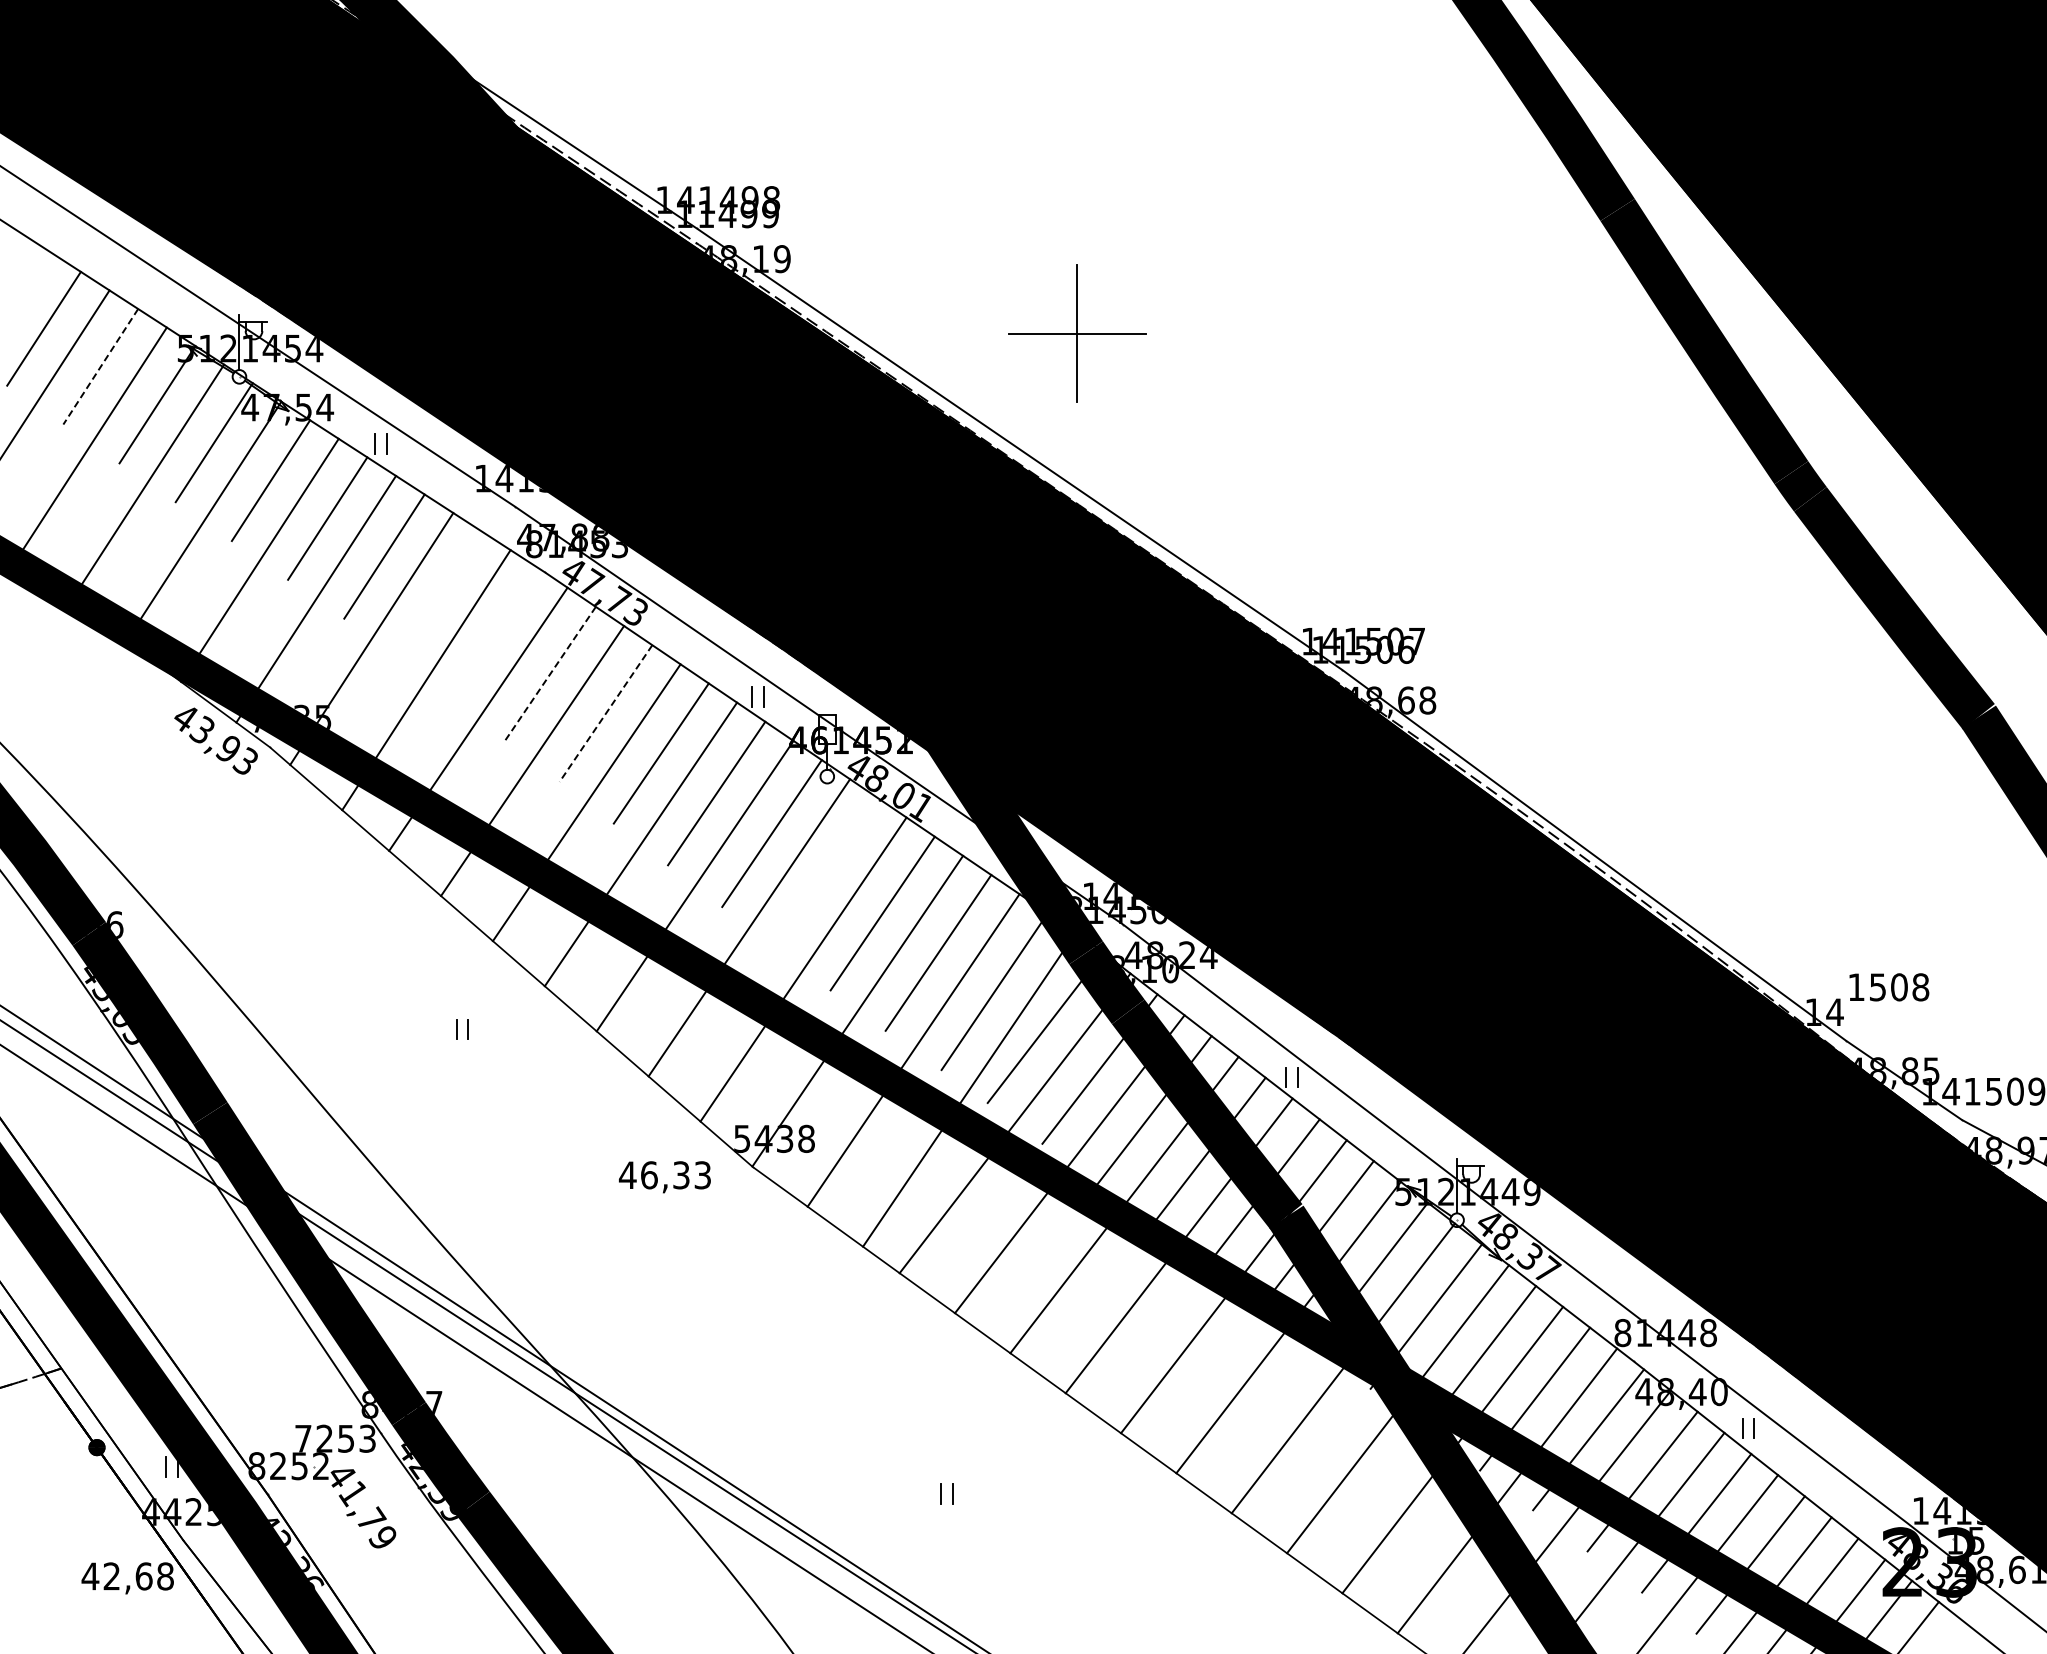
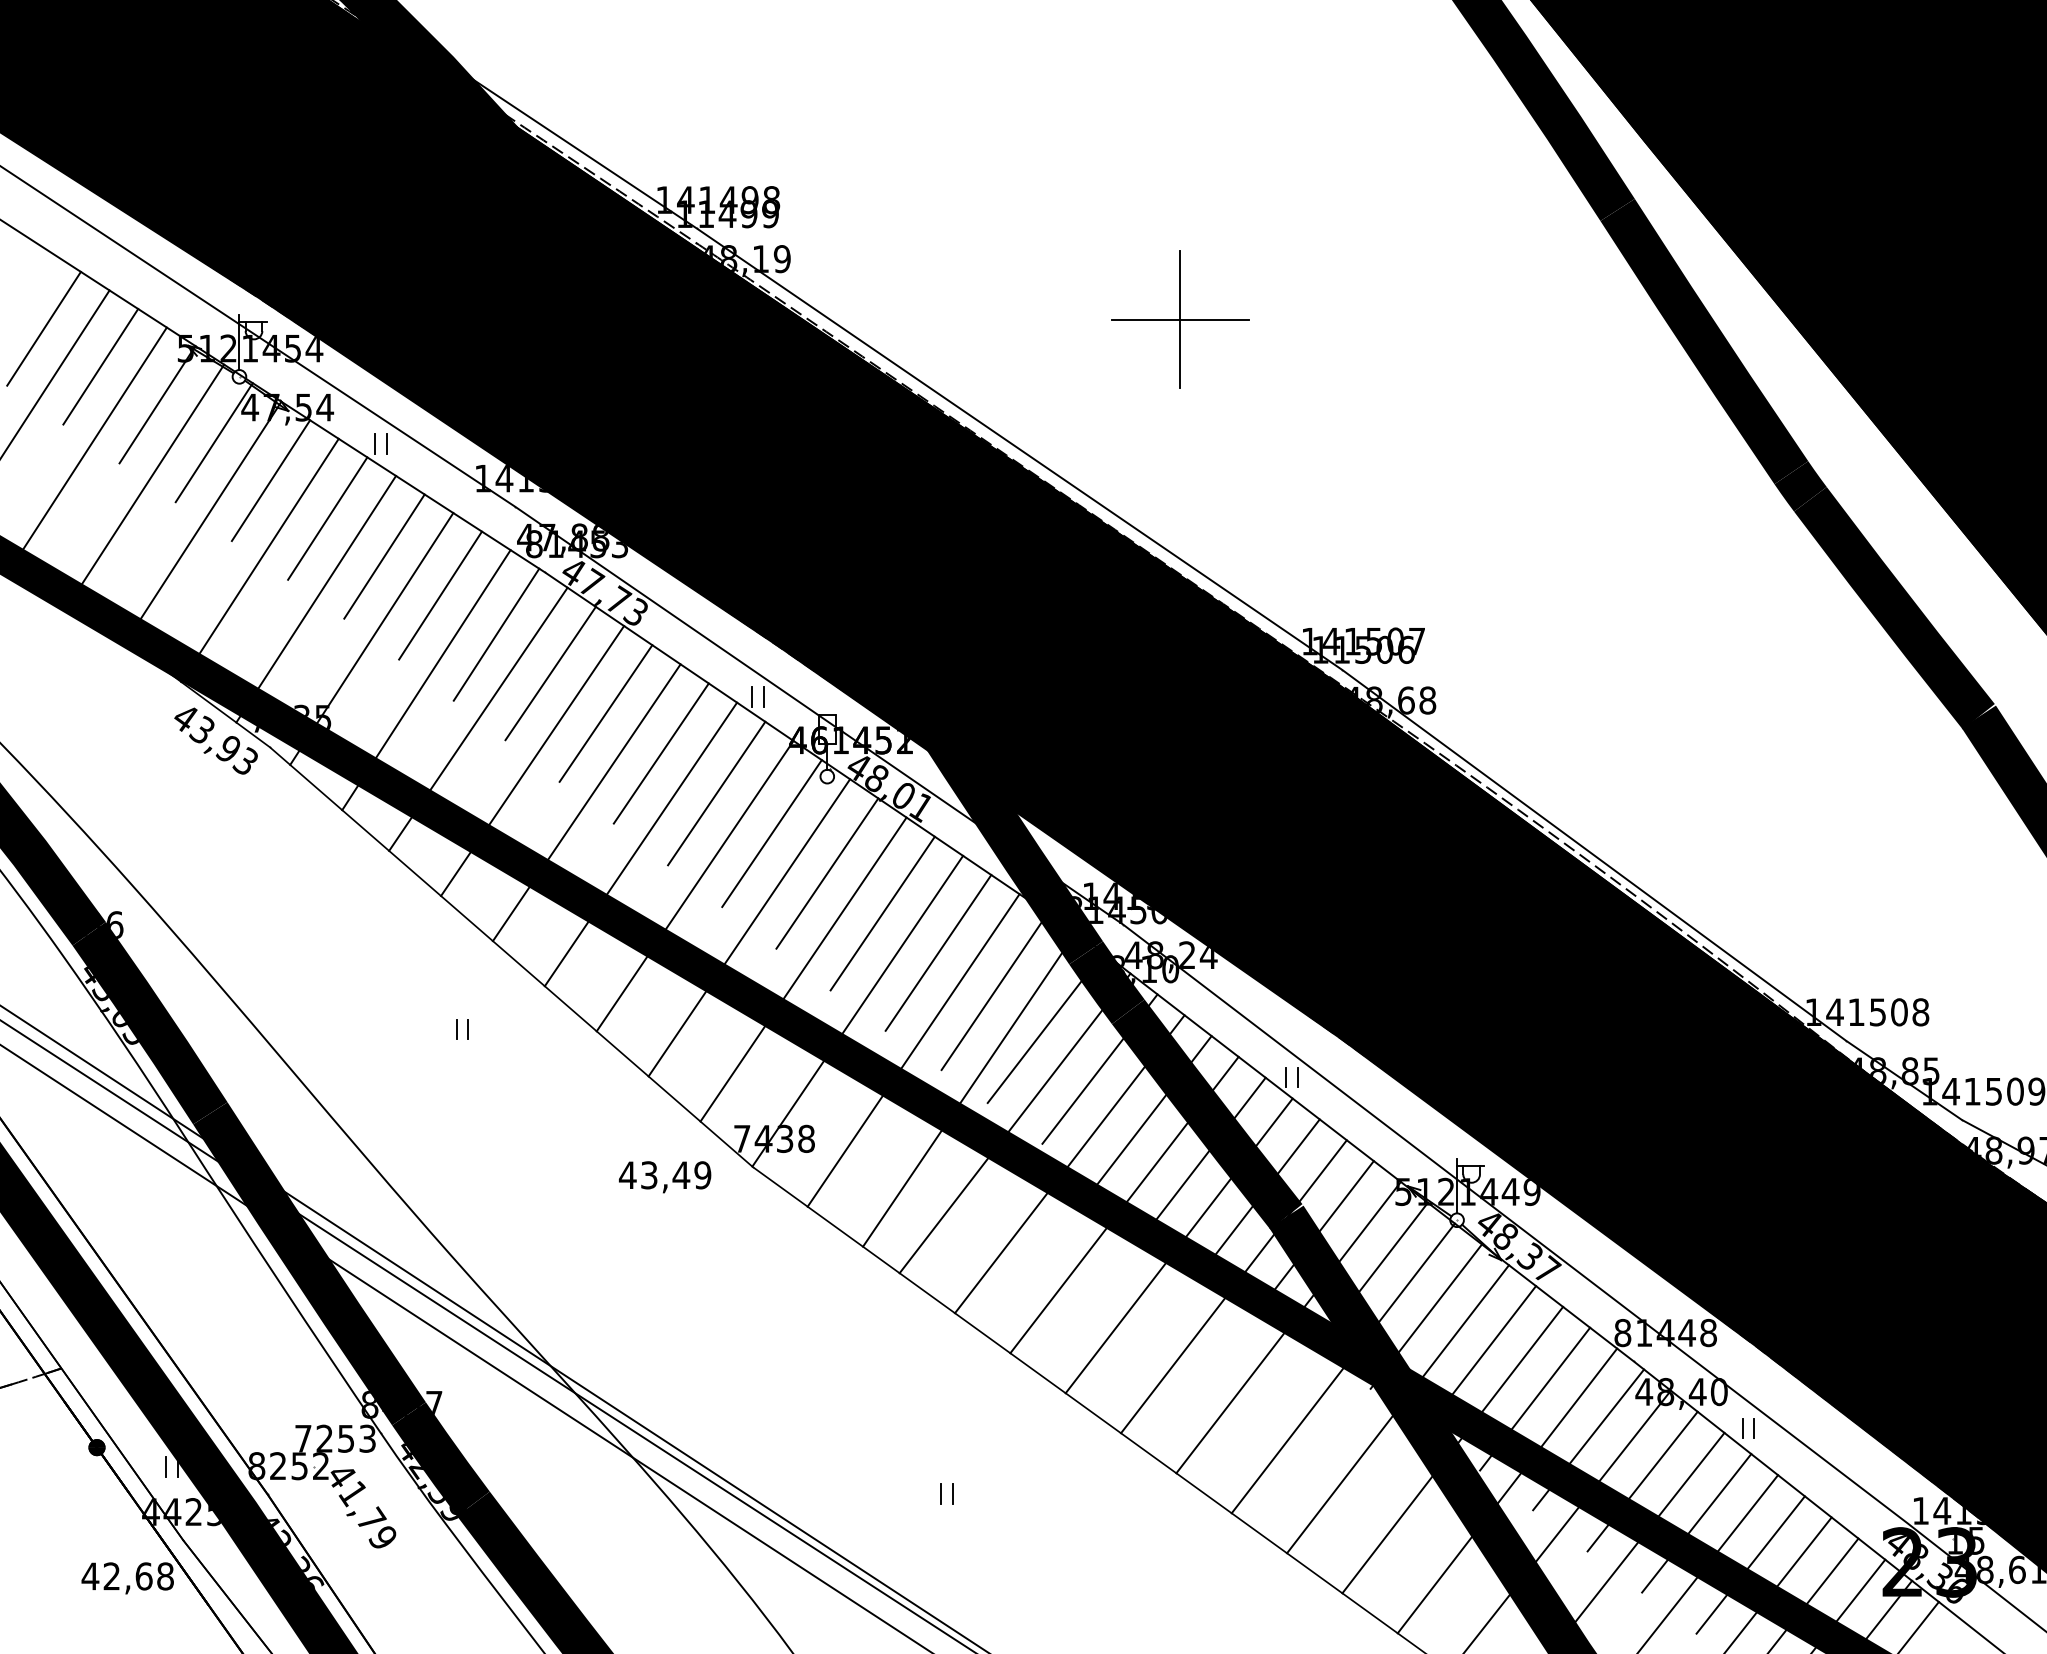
part at (1077, 333) position: (1077, 333) -> (1180, 319)
line at (100, 366): dashed -> solid
line at (440, 595): none -> present
line at (496, 634): none -> present
line at (550, 673): dashed -> solid
line at (606, 713): dashed -> solid
line at (827, 873): none -> present
text at (1889, 987) position: (1889, 987) -> (1889, 1012)
text at (742, 1139): 5 -> 7
text at (676, 1175): 46,33 -> 43,49
